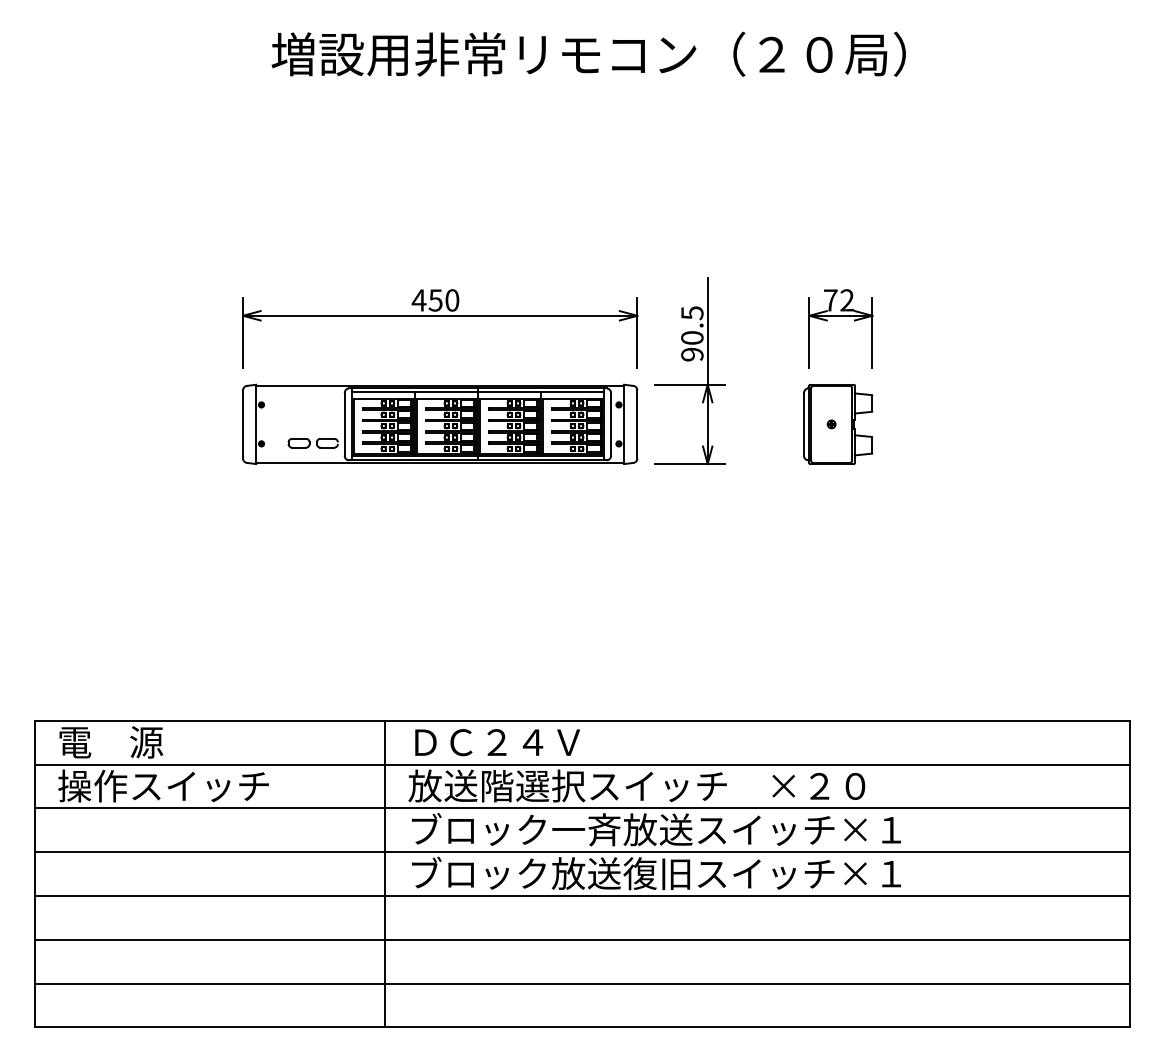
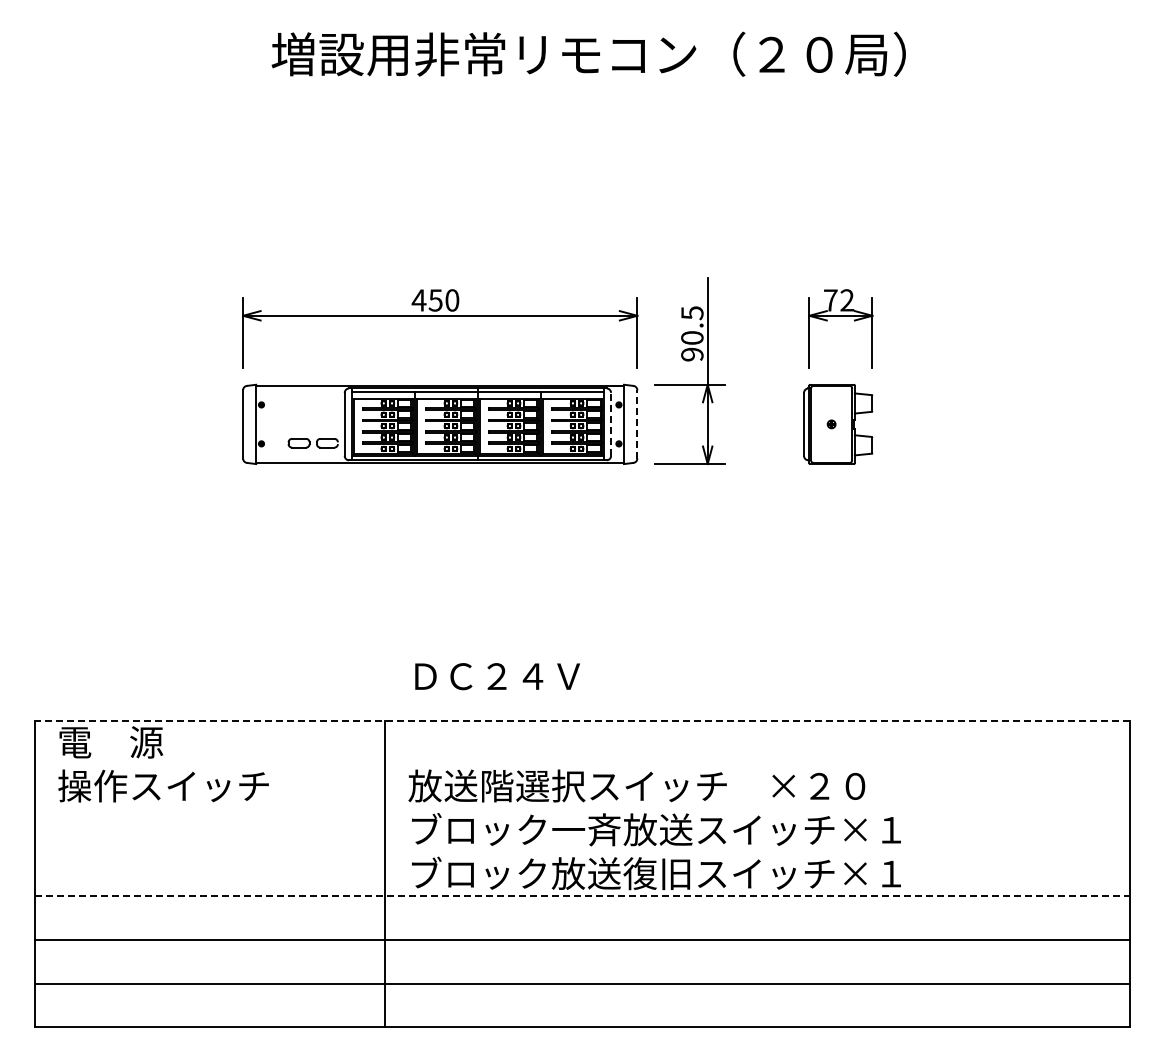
line at (637, 423): solid -> dashed
line at (611, 424): solid -> dashed
line at (582, 720): solid -> dashed
text at (497, 742) position: (497, 742) -> (497, 676)
line at (582, 764): present -> none
line at (582, 808): present -> none
line at (582, 852): present -> none
line at (582, 896): solid -> dashed
